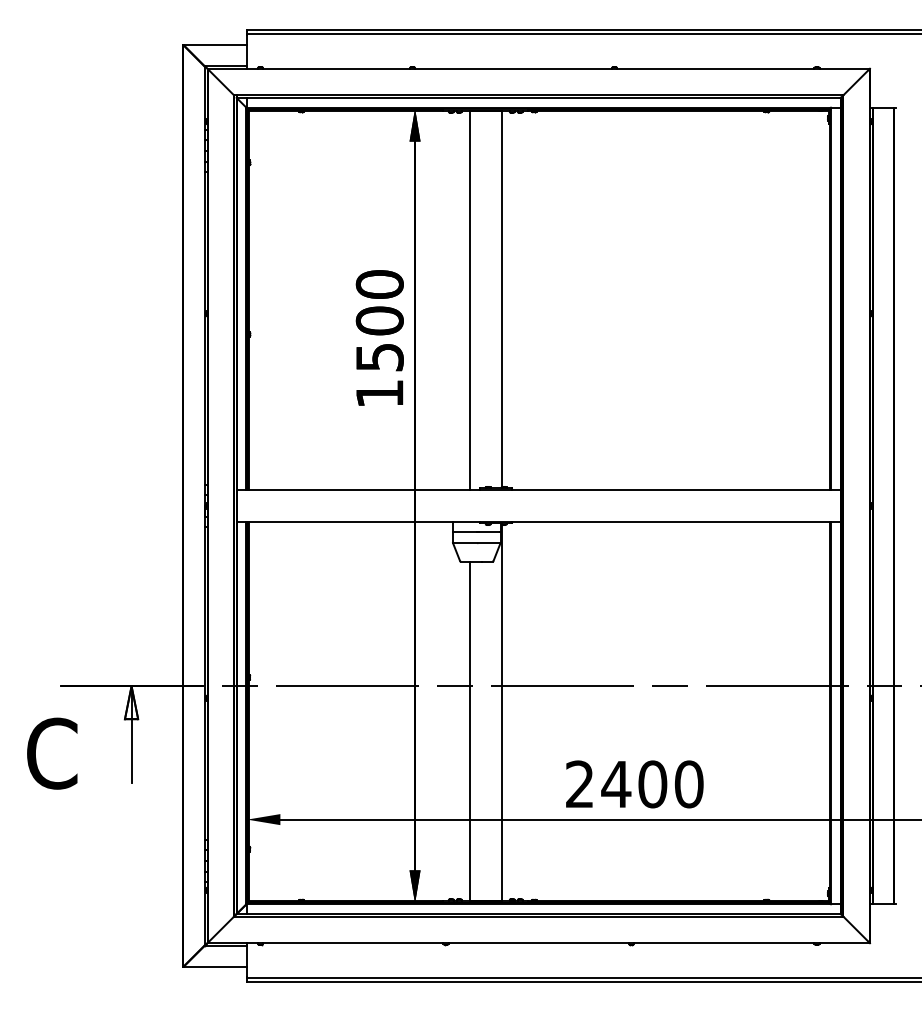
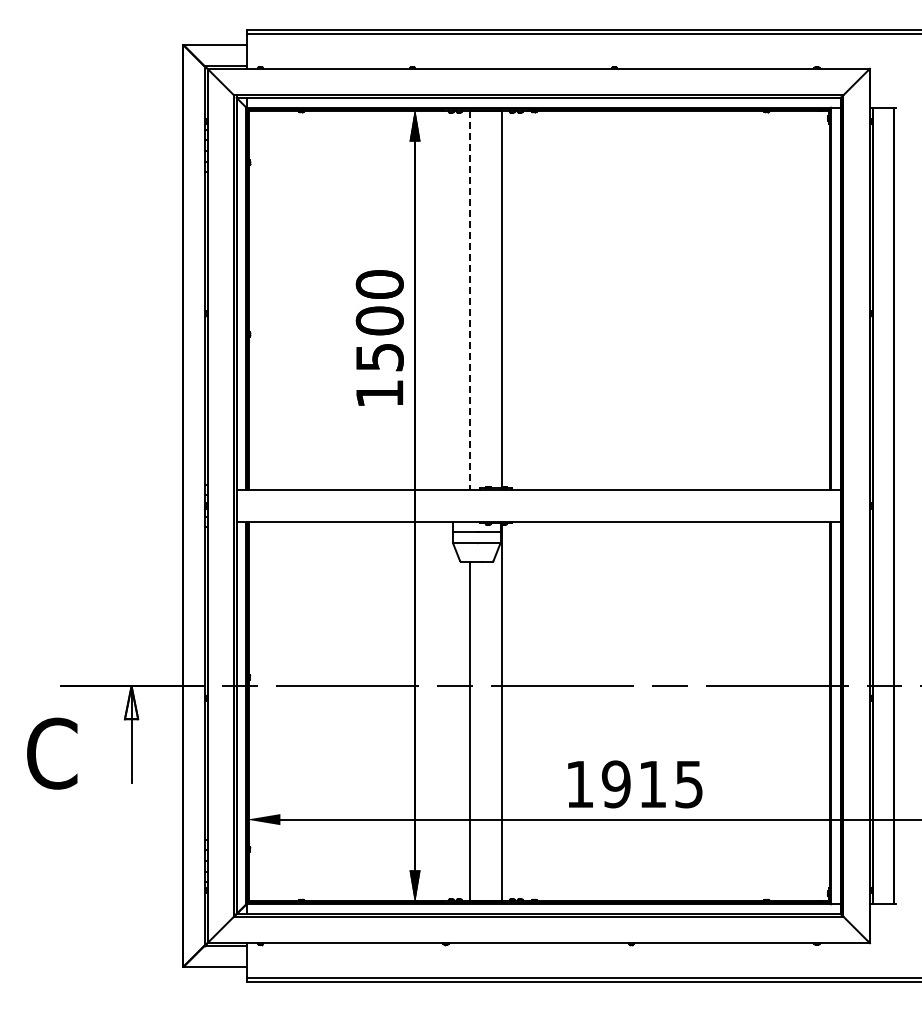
line at (469, 301): solid -> dashed
text at (634, 784): 2400 -> 1915
